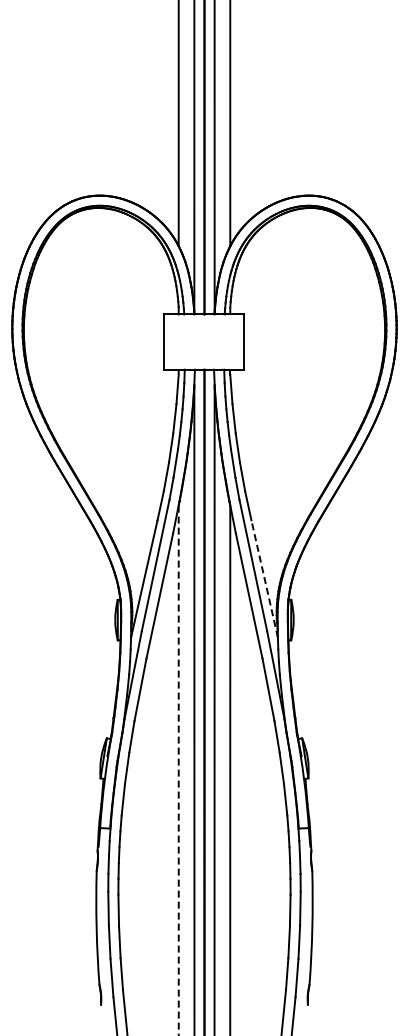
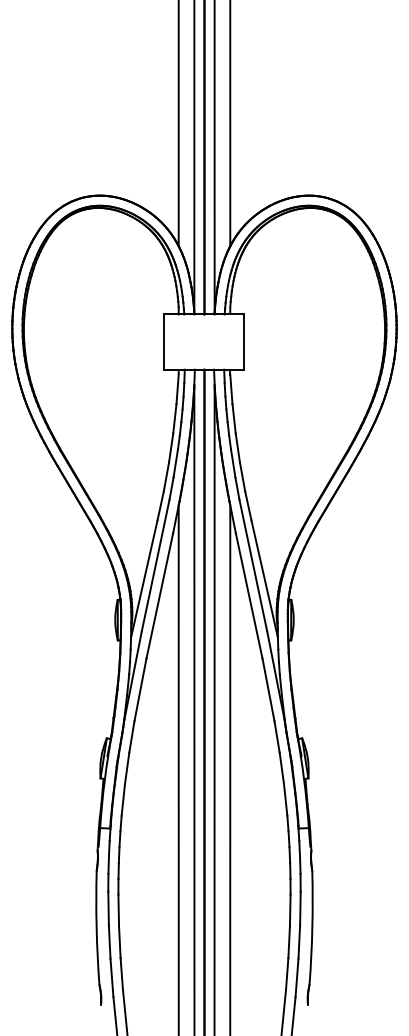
line at (264, 578): dashed -> solid
line at (178, 770): dashed -> solid
